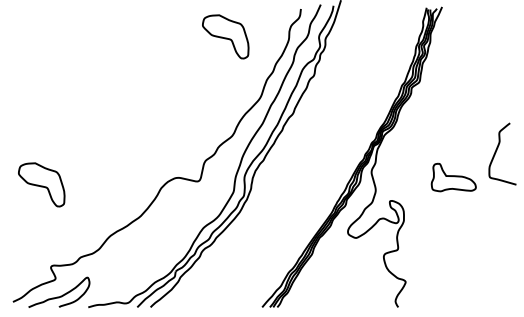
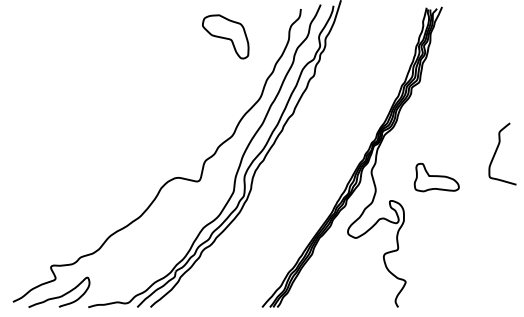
part at (453, 177) position: (453, 177) -> (436, 177)
part at (41, 184): present -> none
